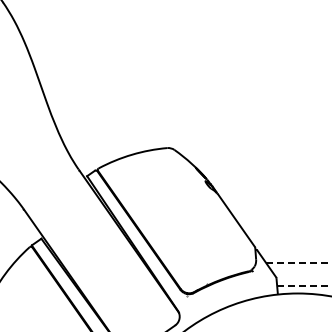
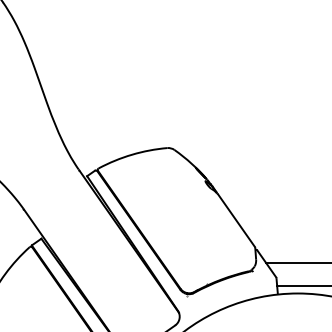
line at (299, 263): dashed -> solid
line at (305, 286): dashed -> solid
